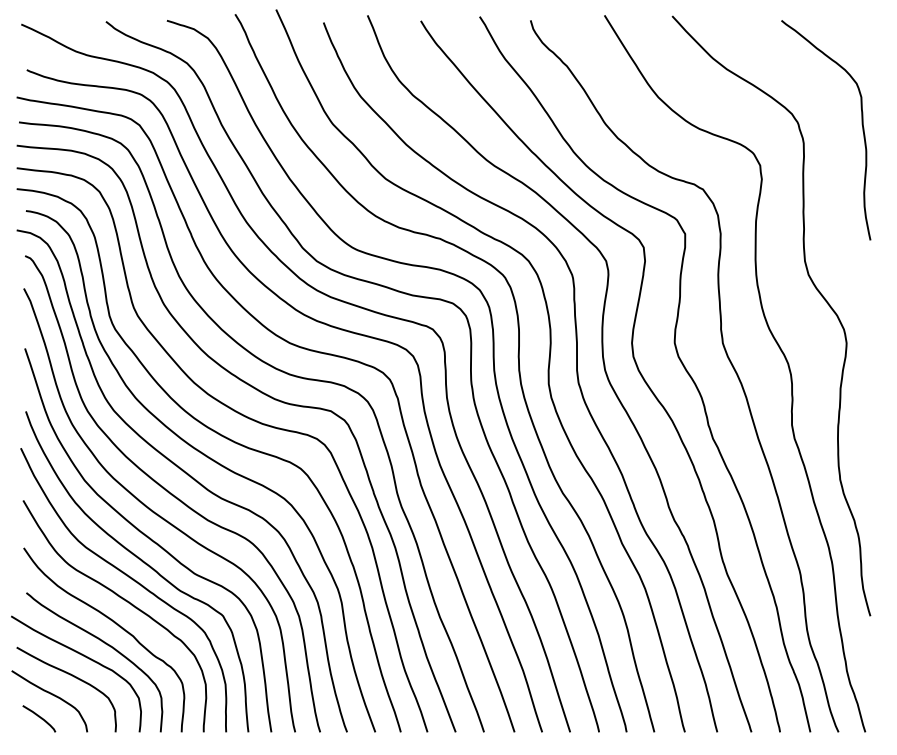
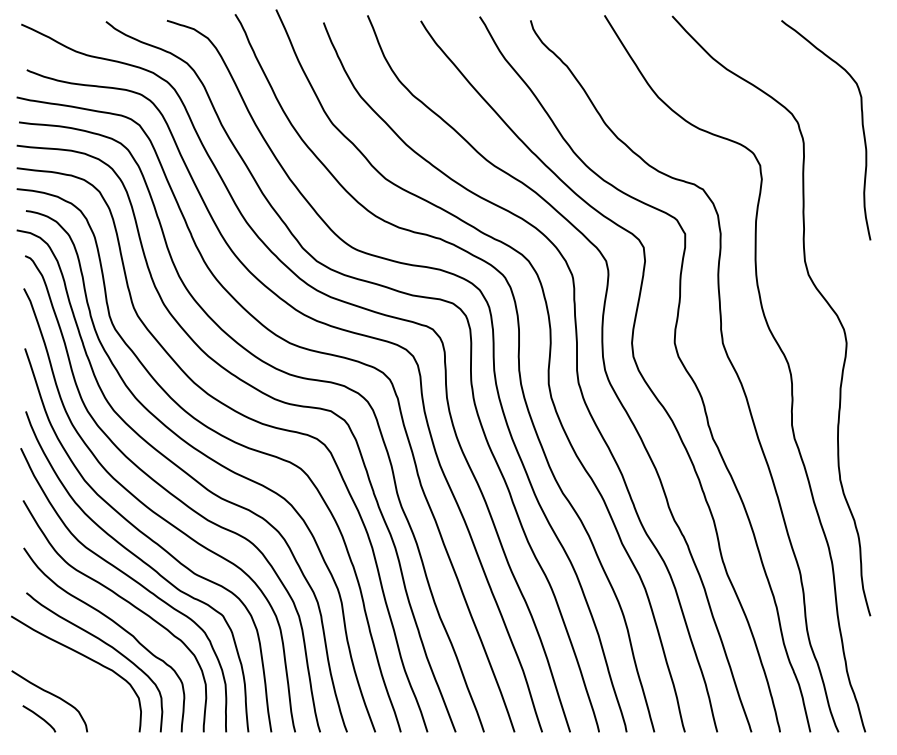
curve at (73, 677): present -> none
